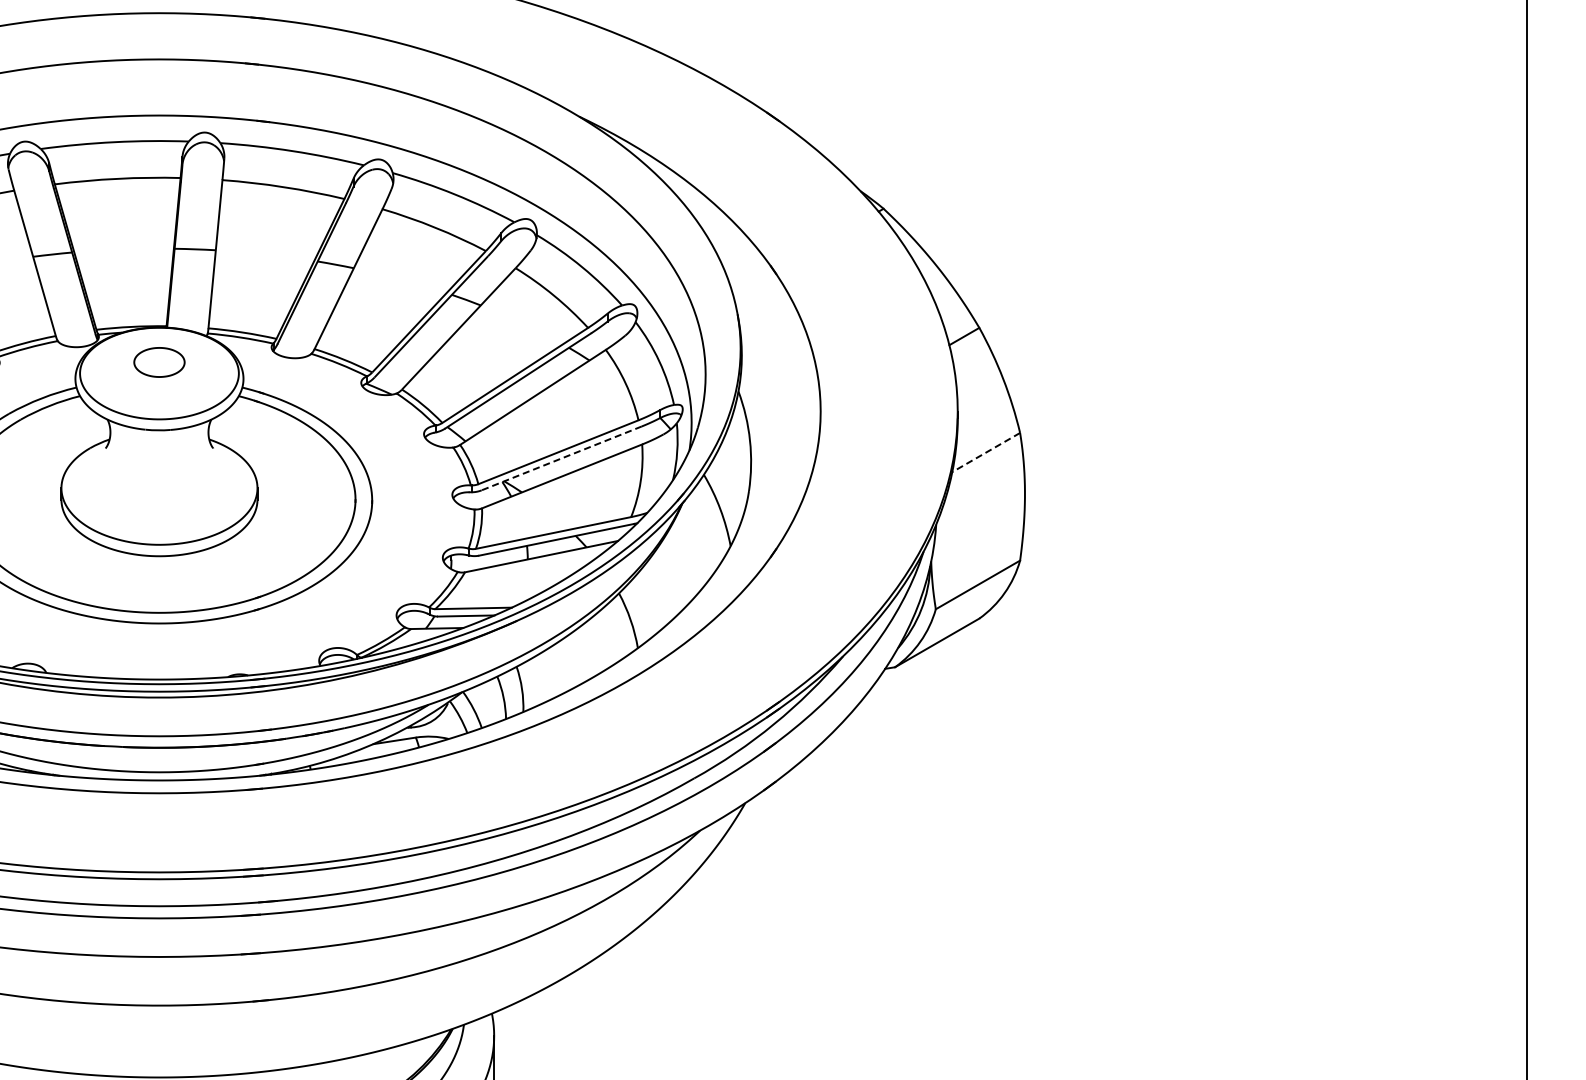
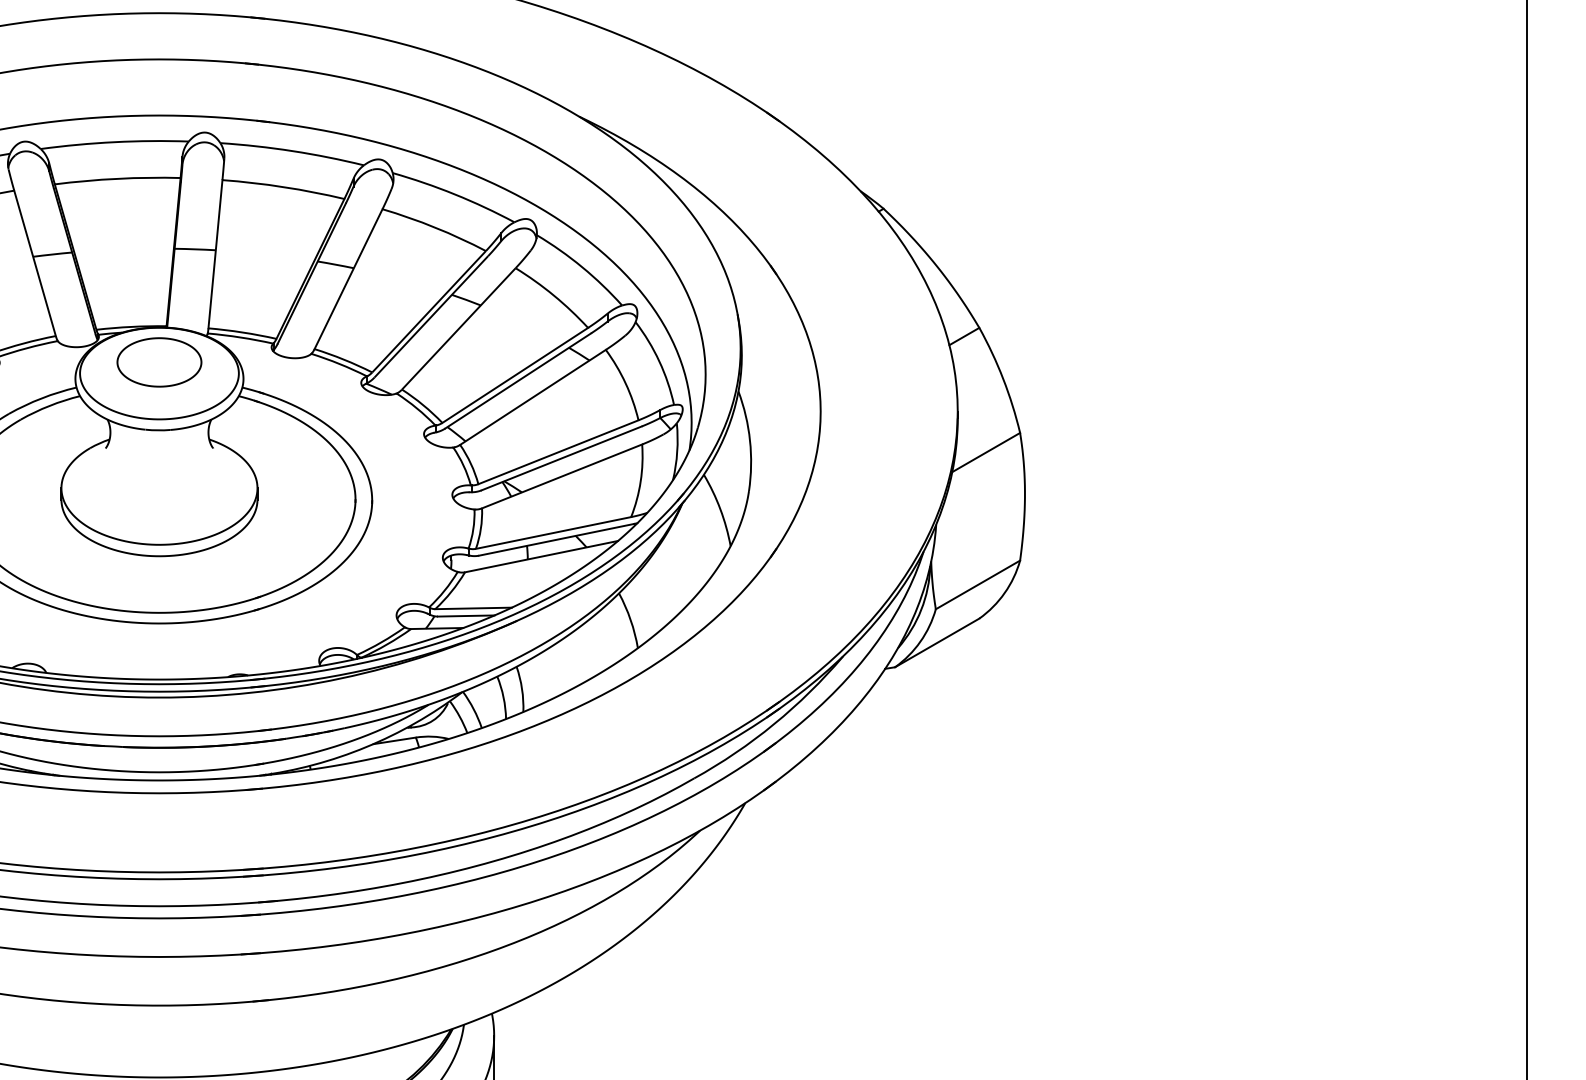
part at (159, 362) size: 53x31 px -> 87x51 px
line at (985, 452): dashed -> solid
line at (561, 458): dashed -> solid
